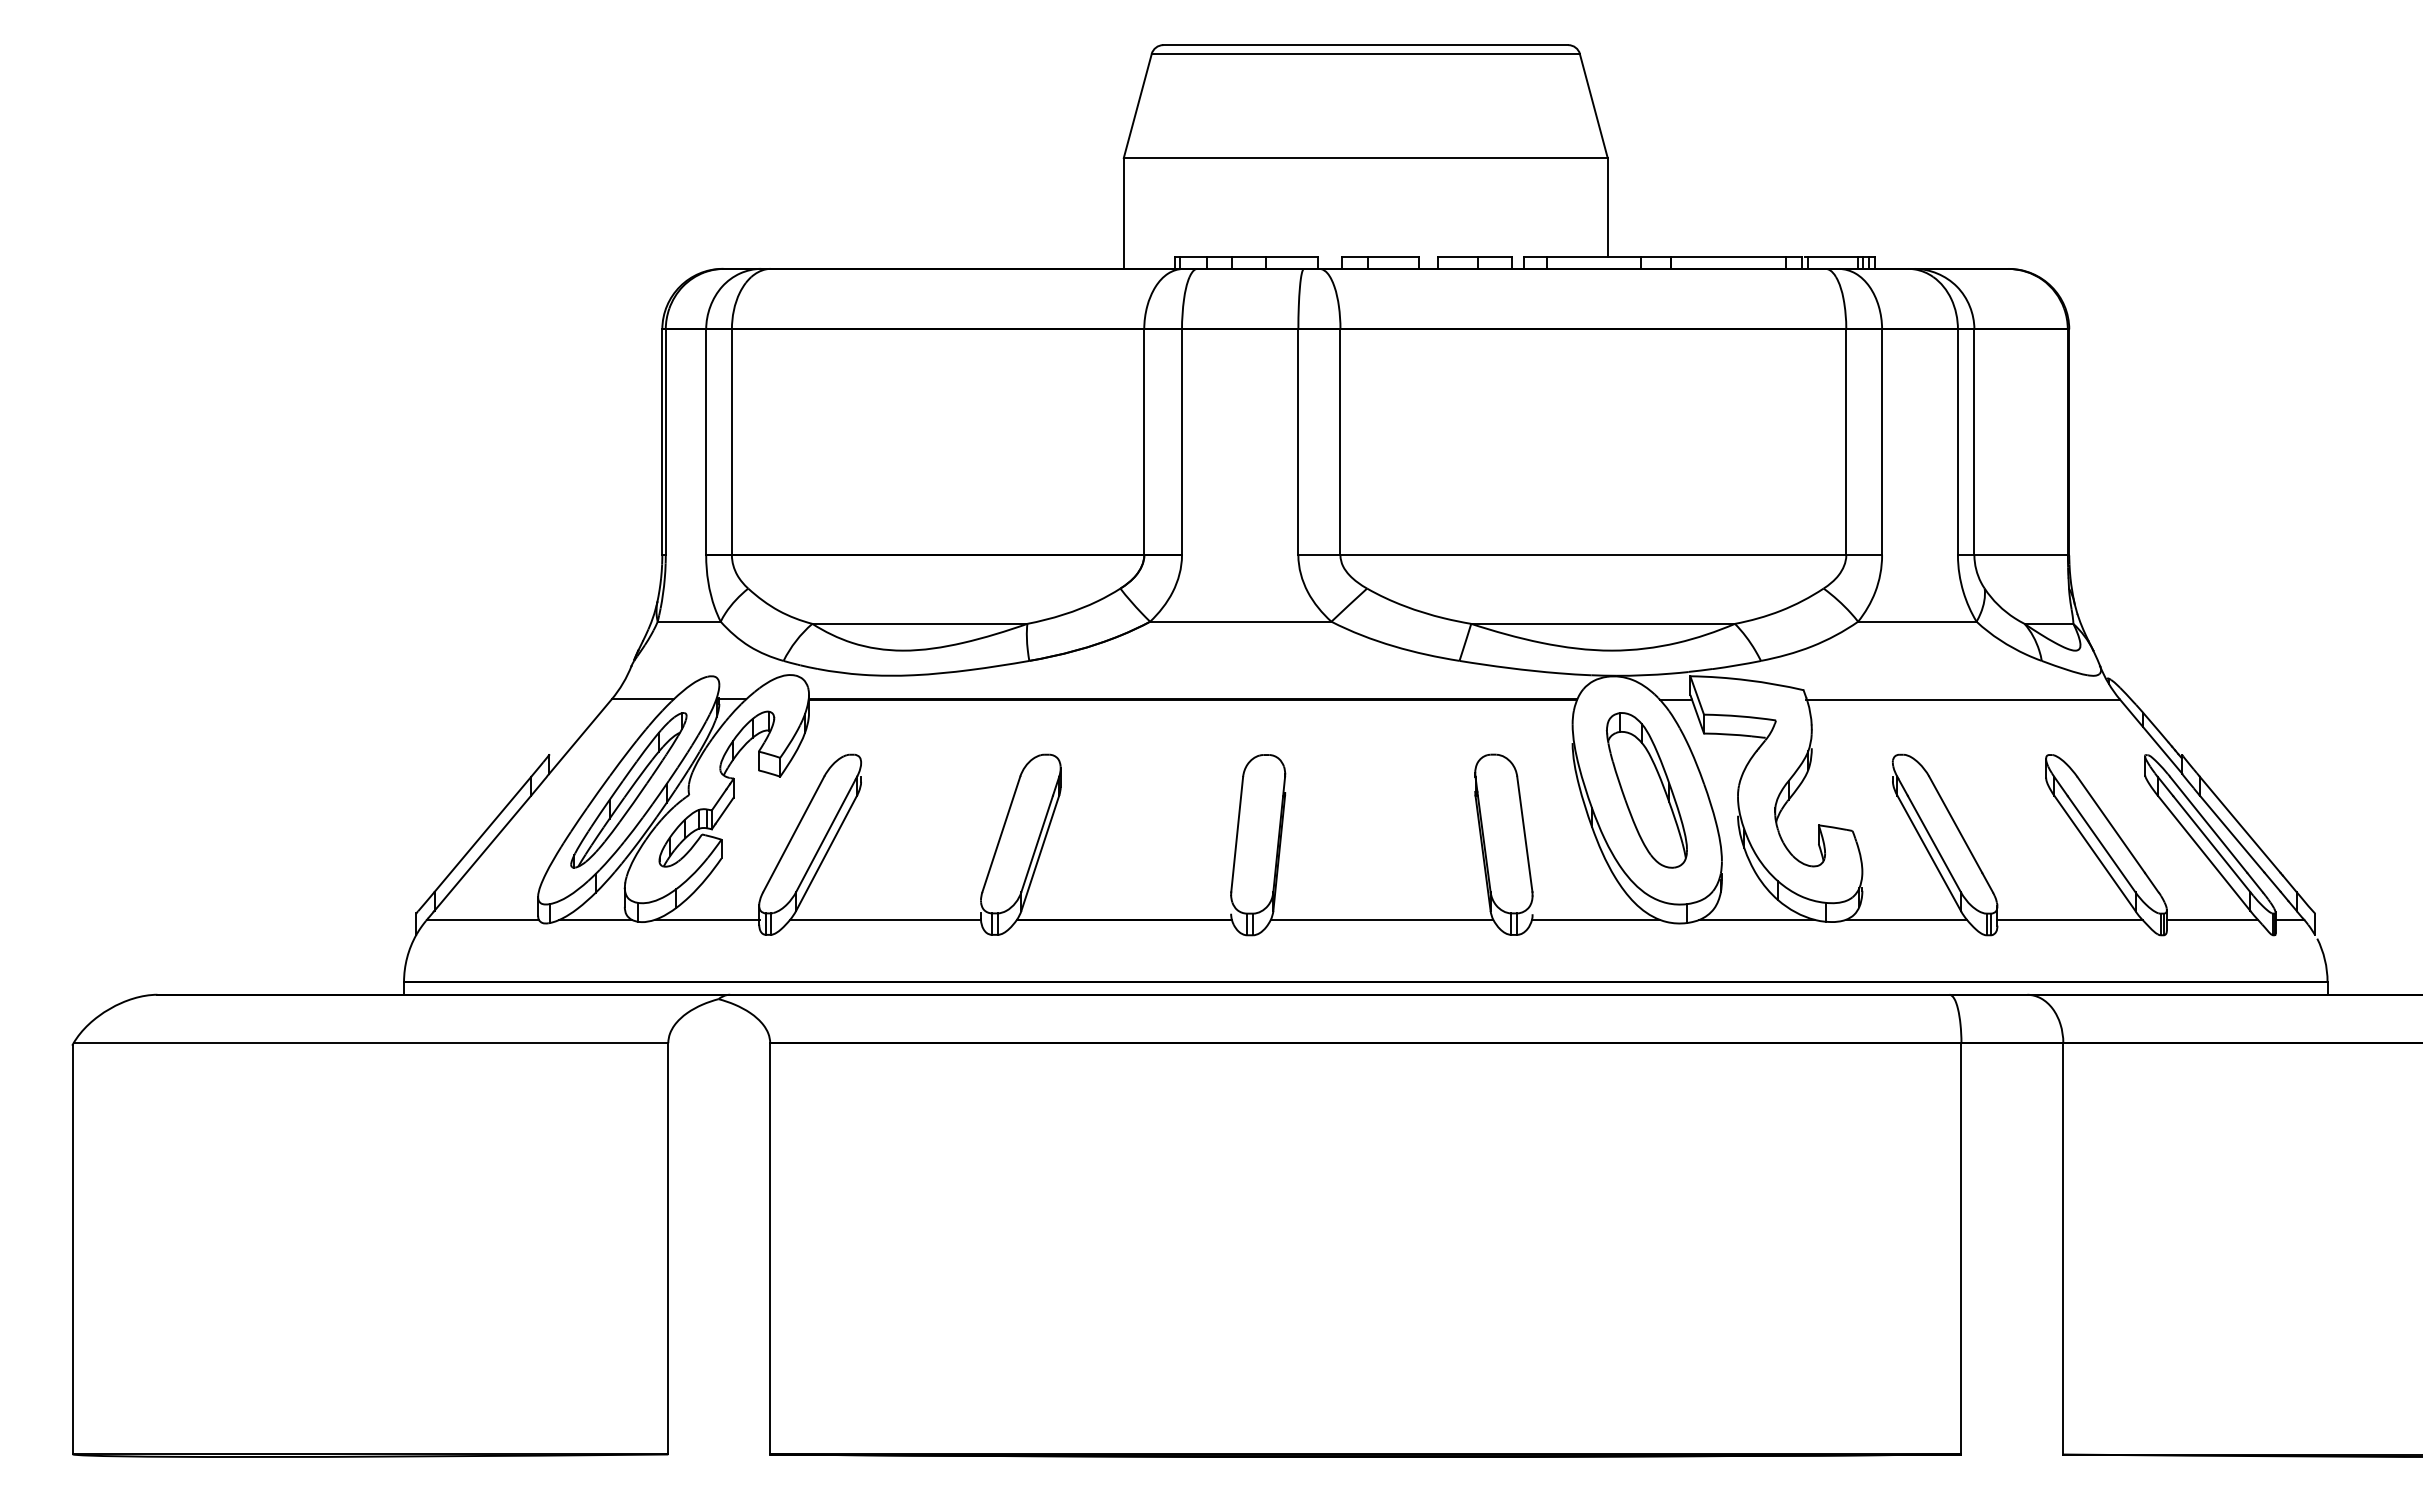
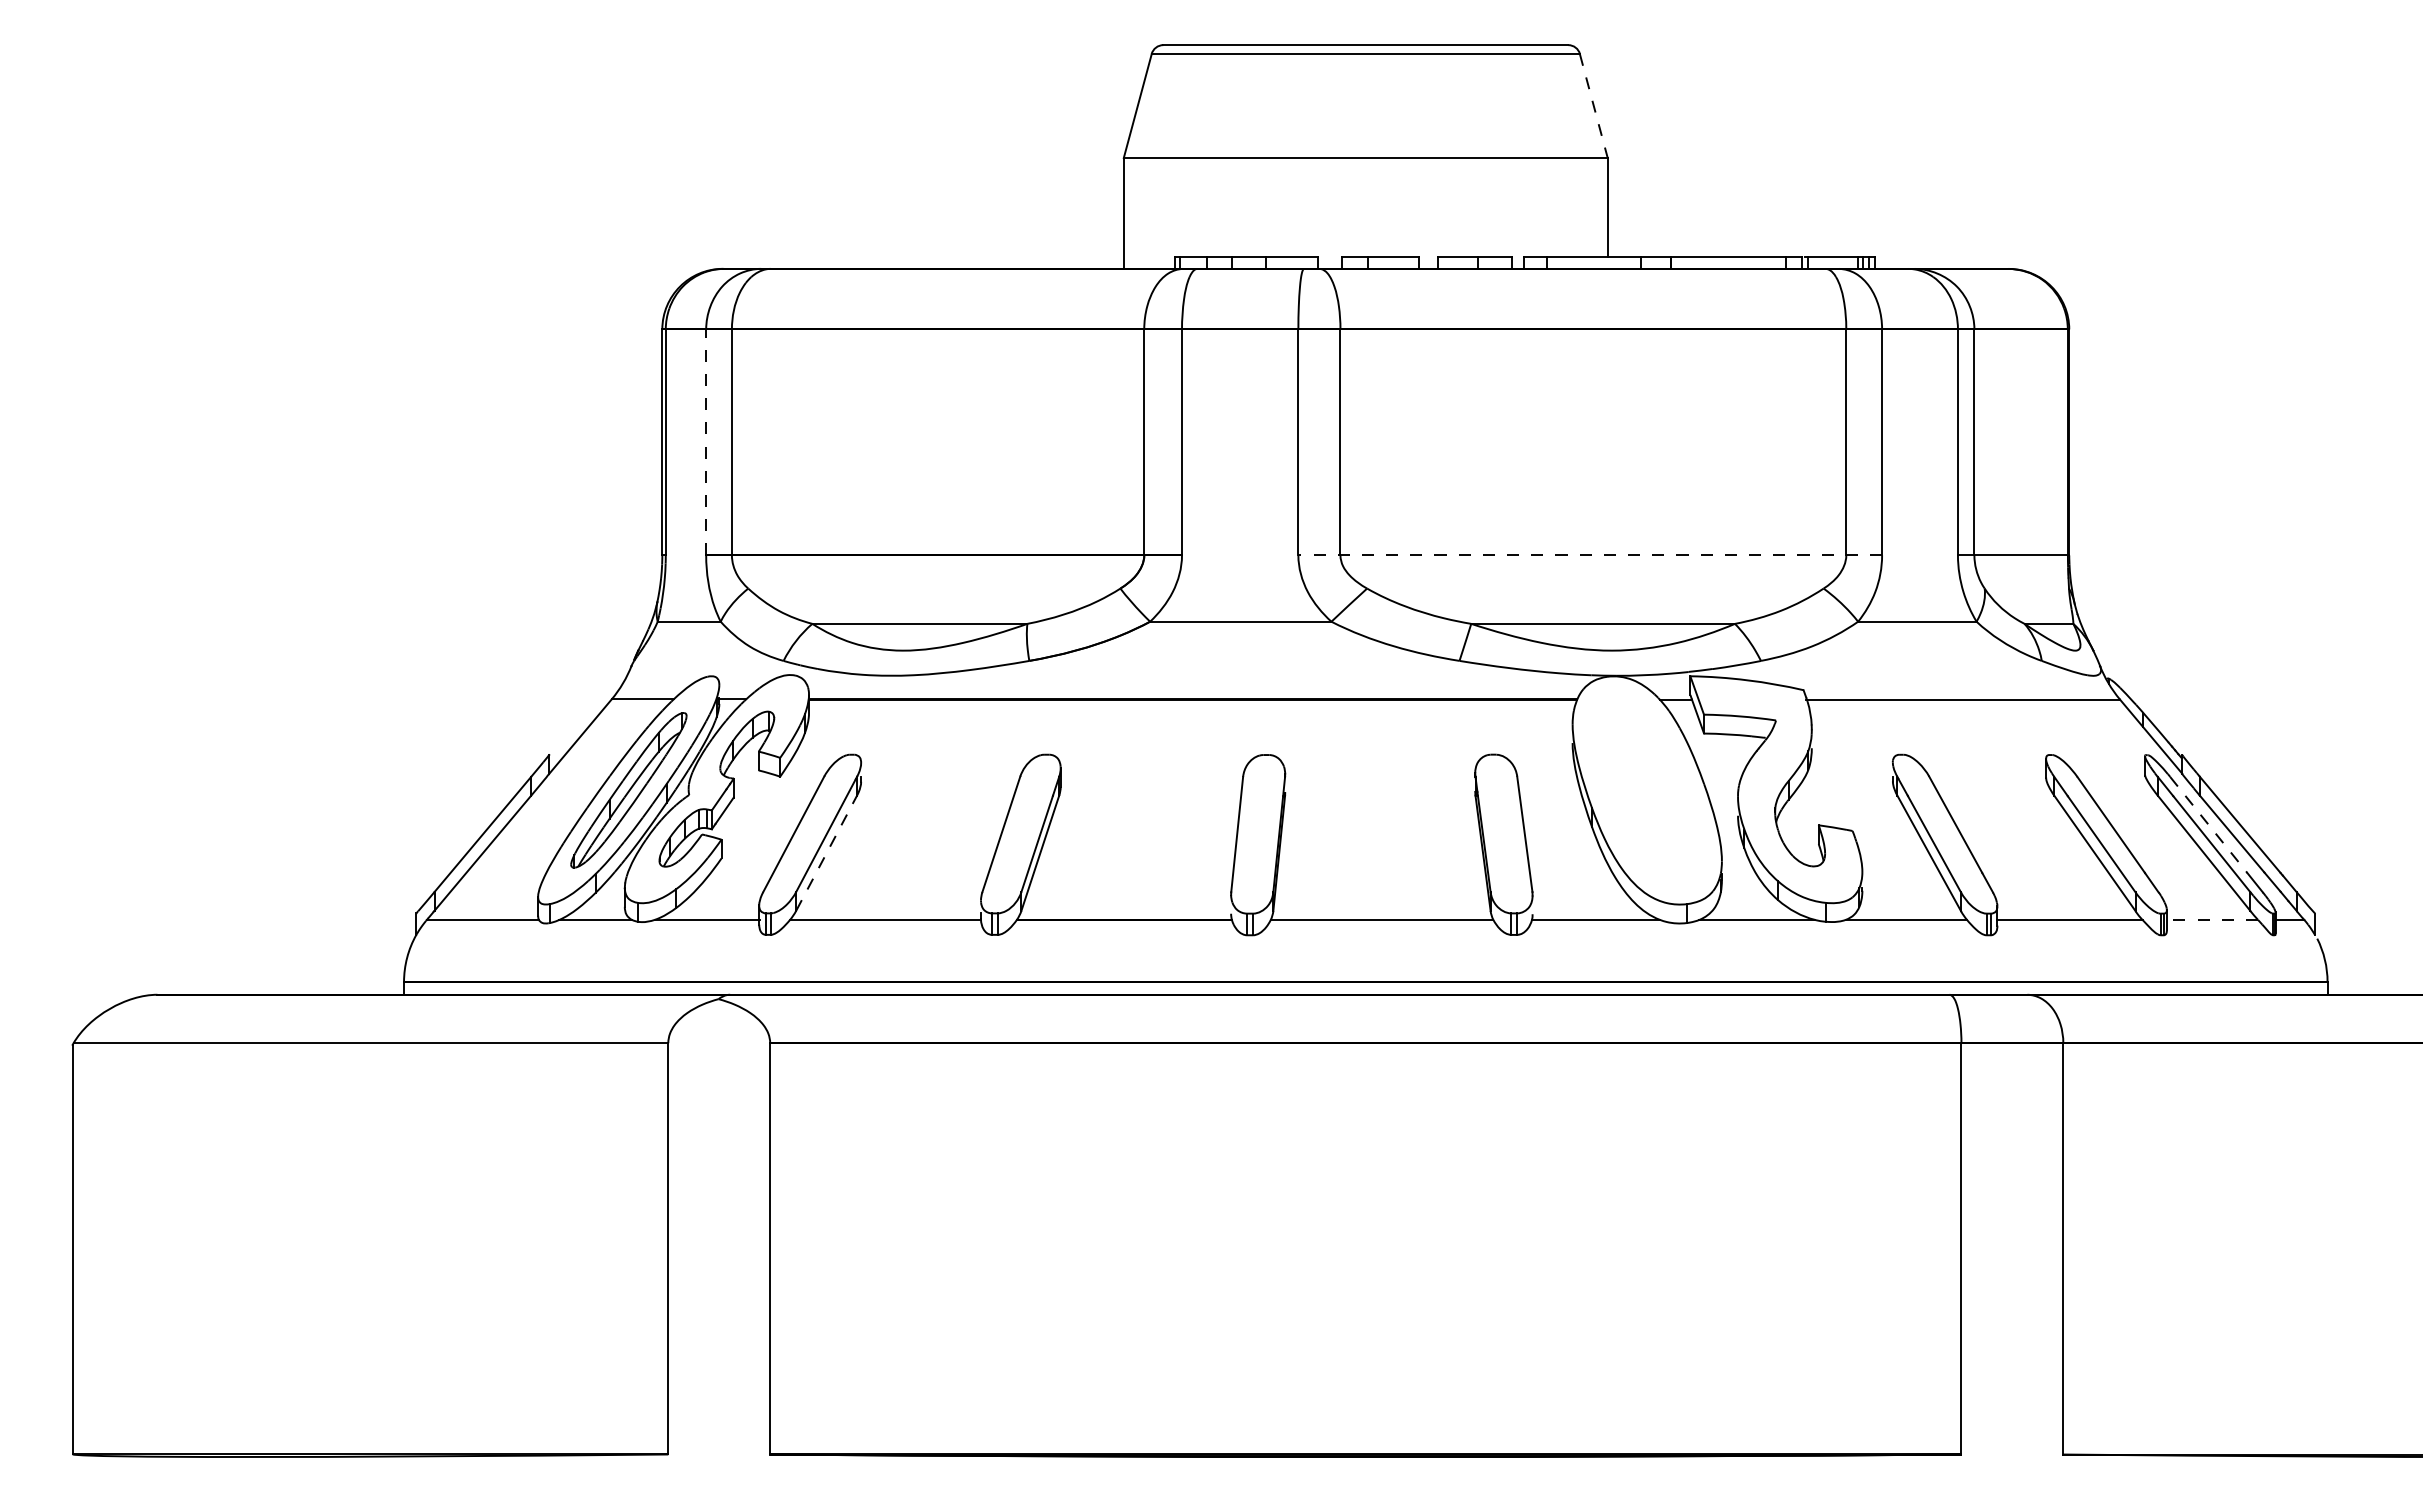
line at (1593, 106): solid -> dashed
line at (706, 441): solid -> dashed
line at (1590, 555): solid -> dashed
part at (1646, 790): present -> none
line at (2208, 825): solid -> dashed
line at (826, 852): solid -> dashed
line at (2212, 919): solid -> dashed
